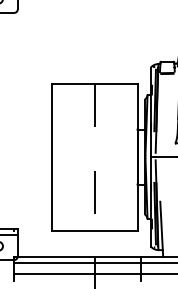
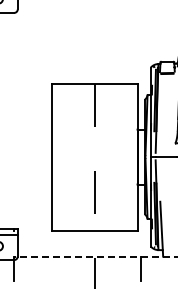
line at (95, 256): solid -> dashed
line at (94, 263): present -> none
line at (94, 273): present -> none
